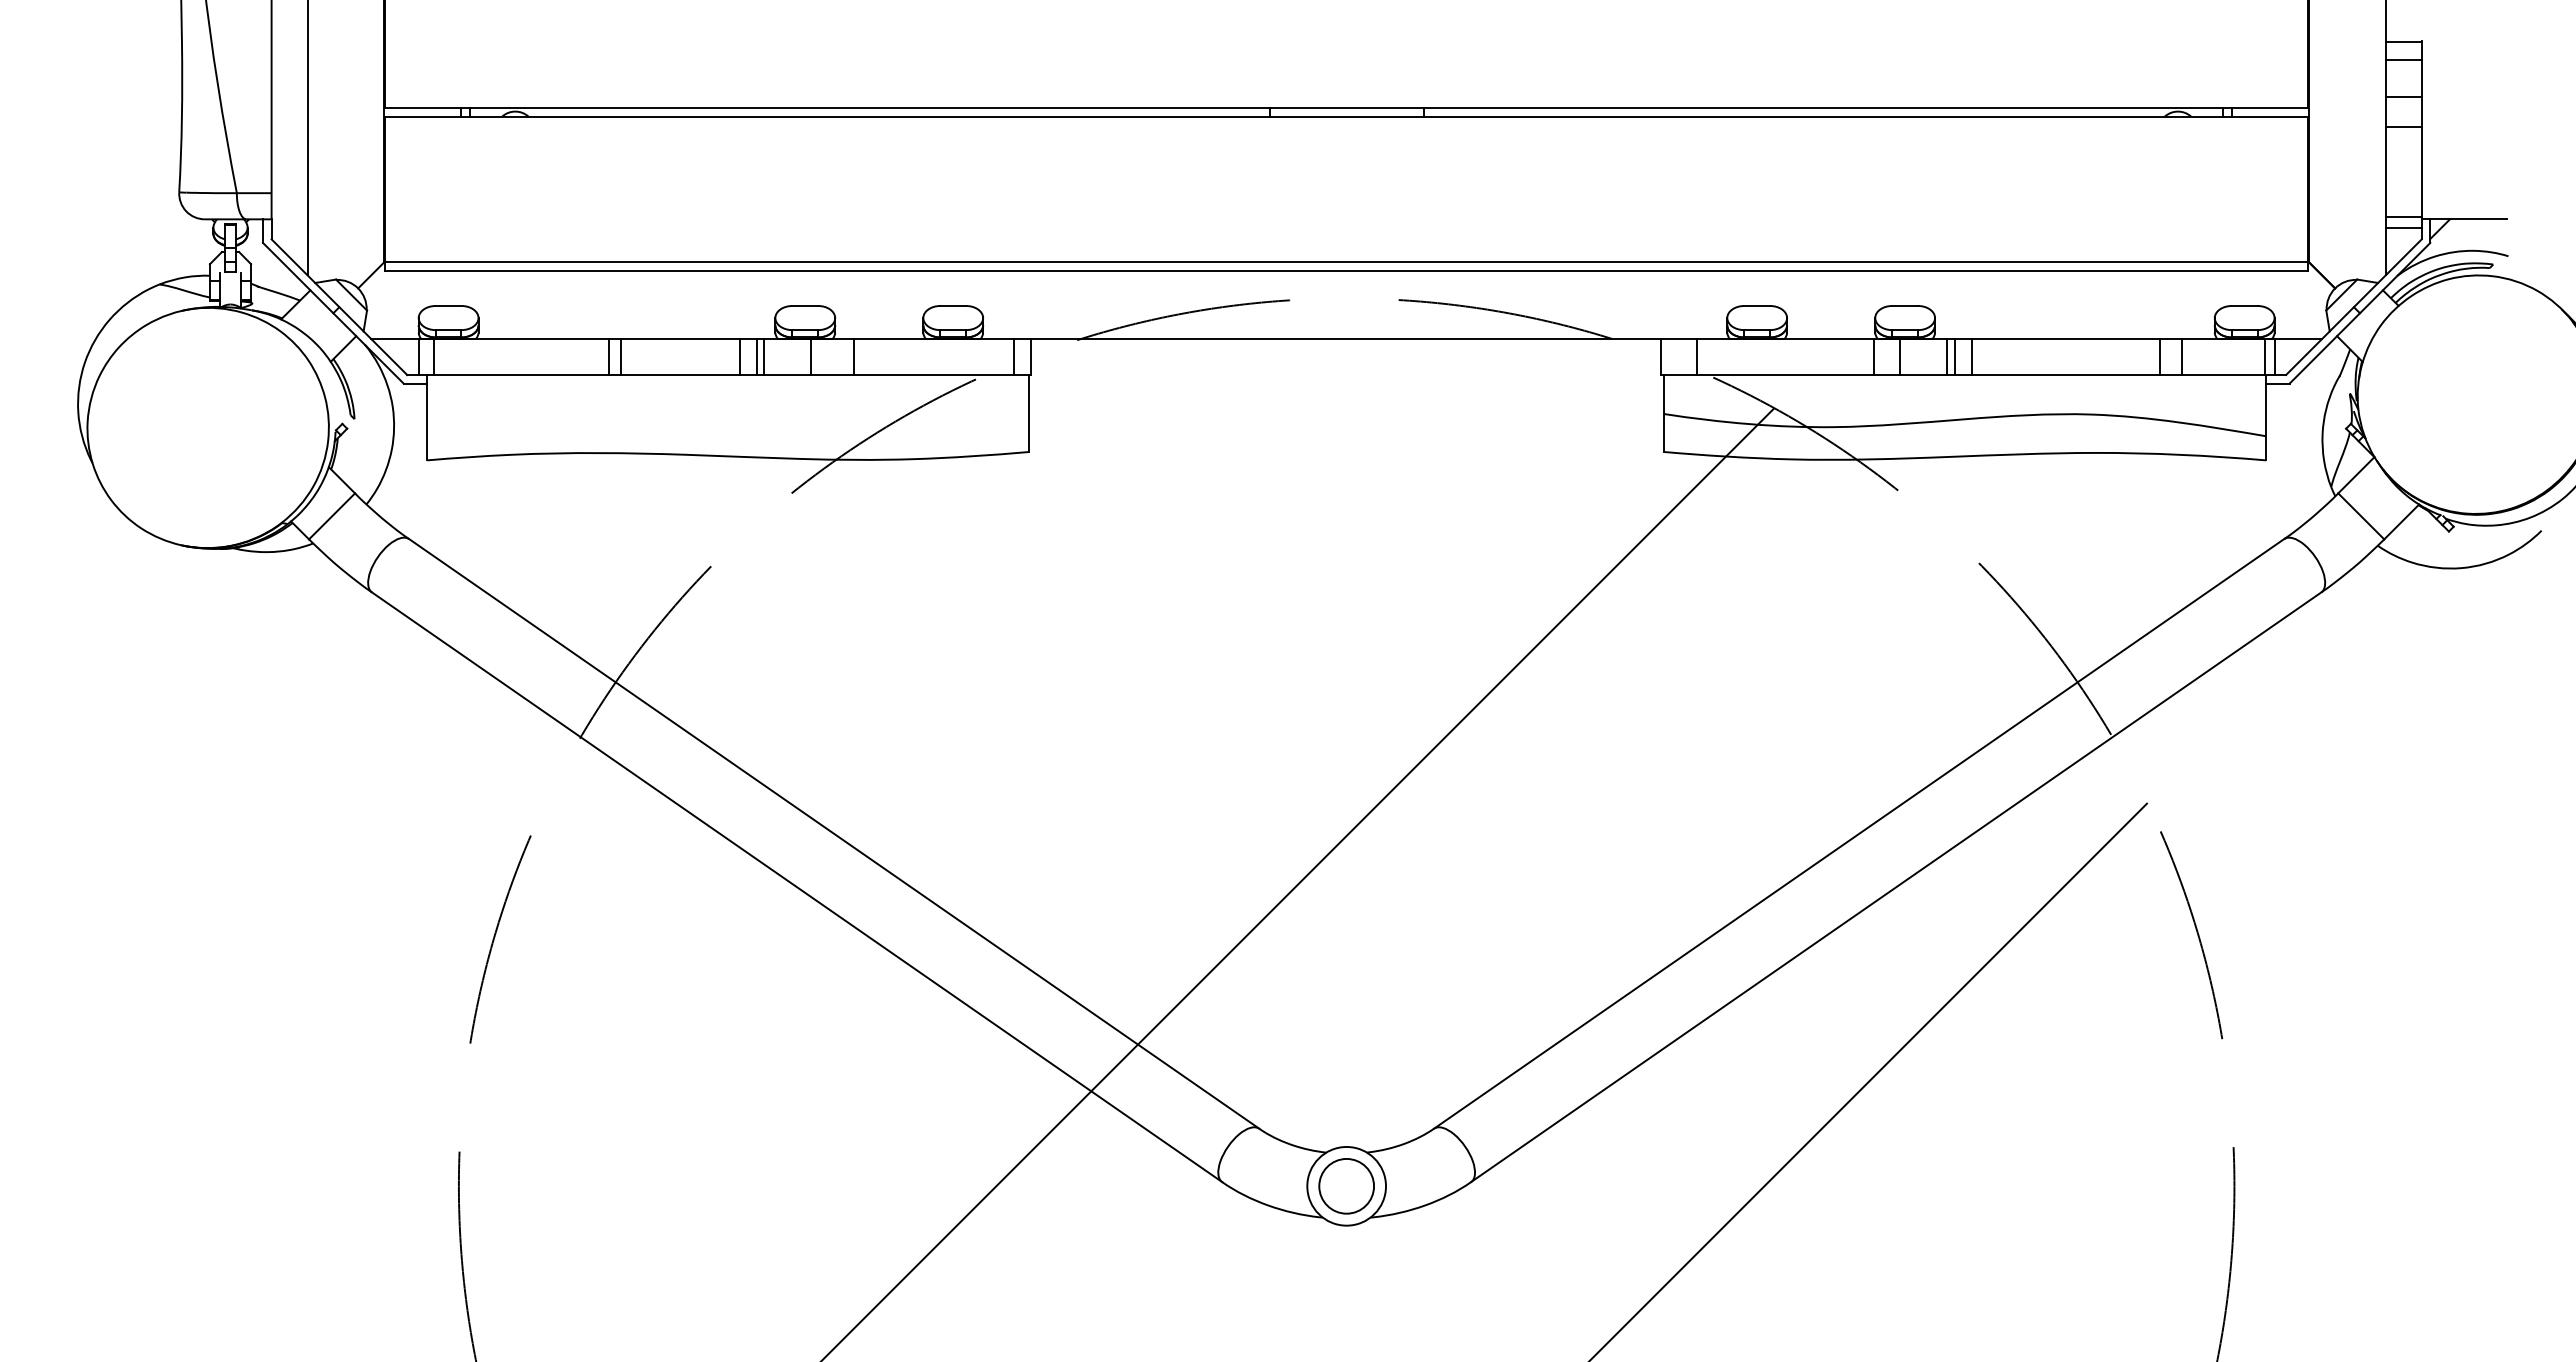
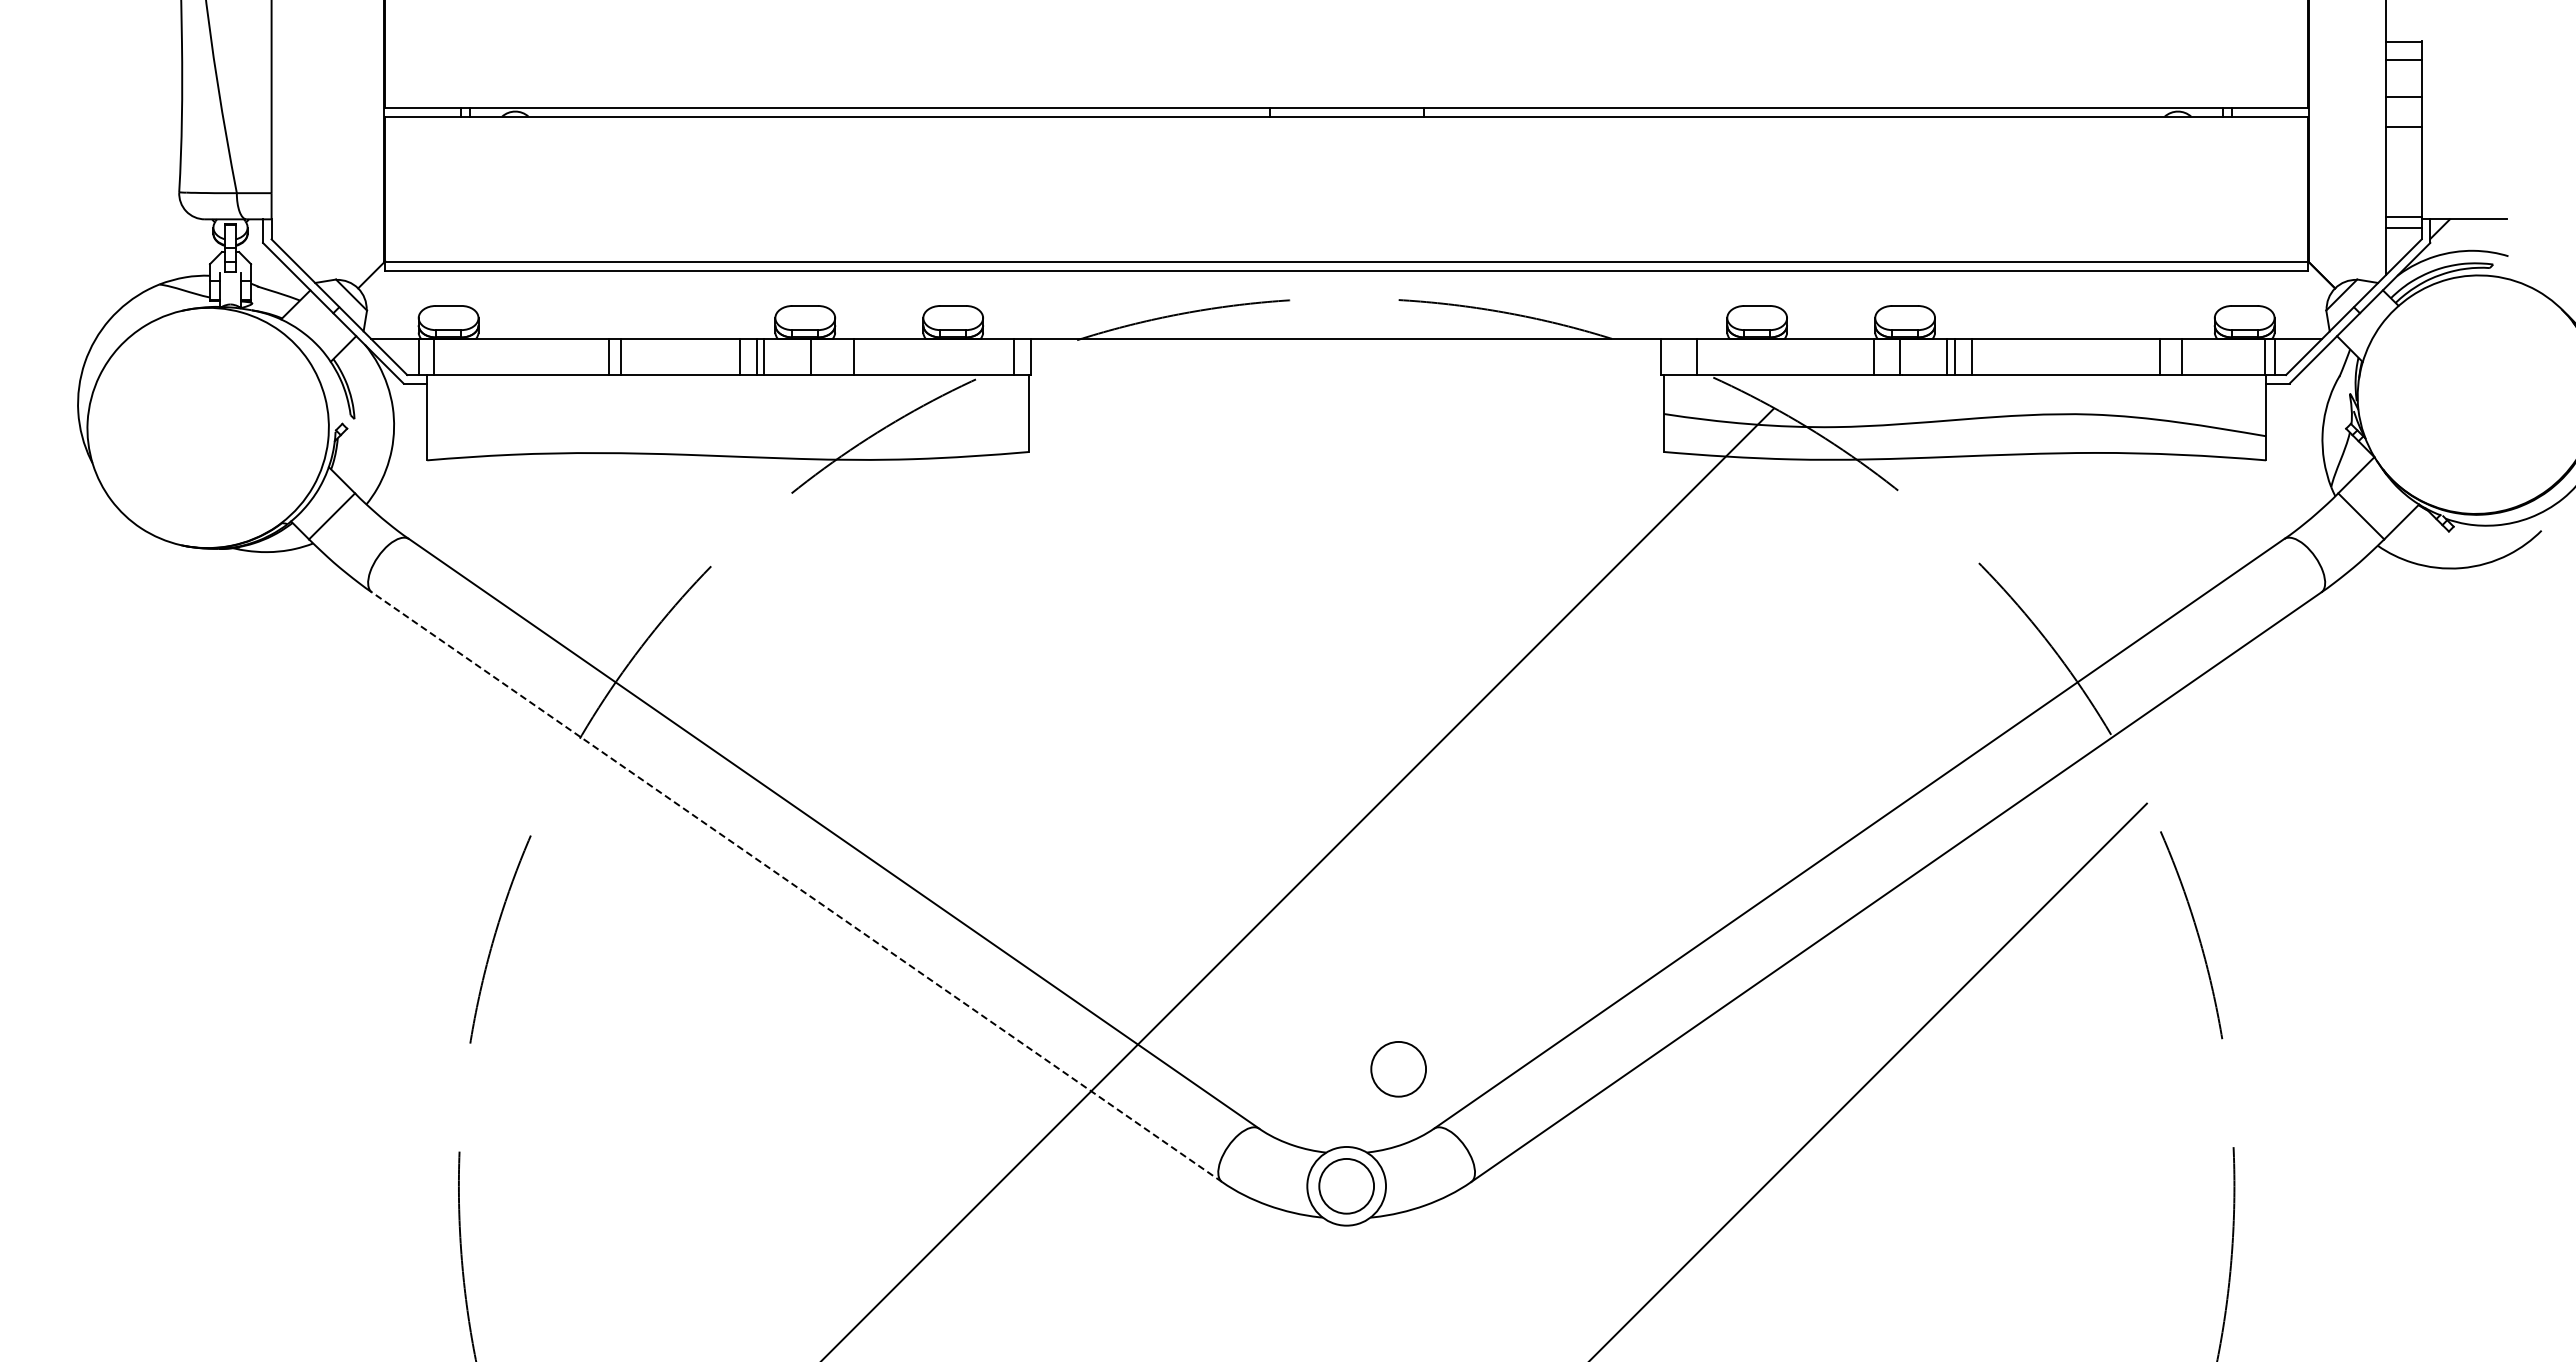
line at (307, 138): present -> none
line at (796, 886): solid -> dashed
circle at (1398, 1069): none -> present
